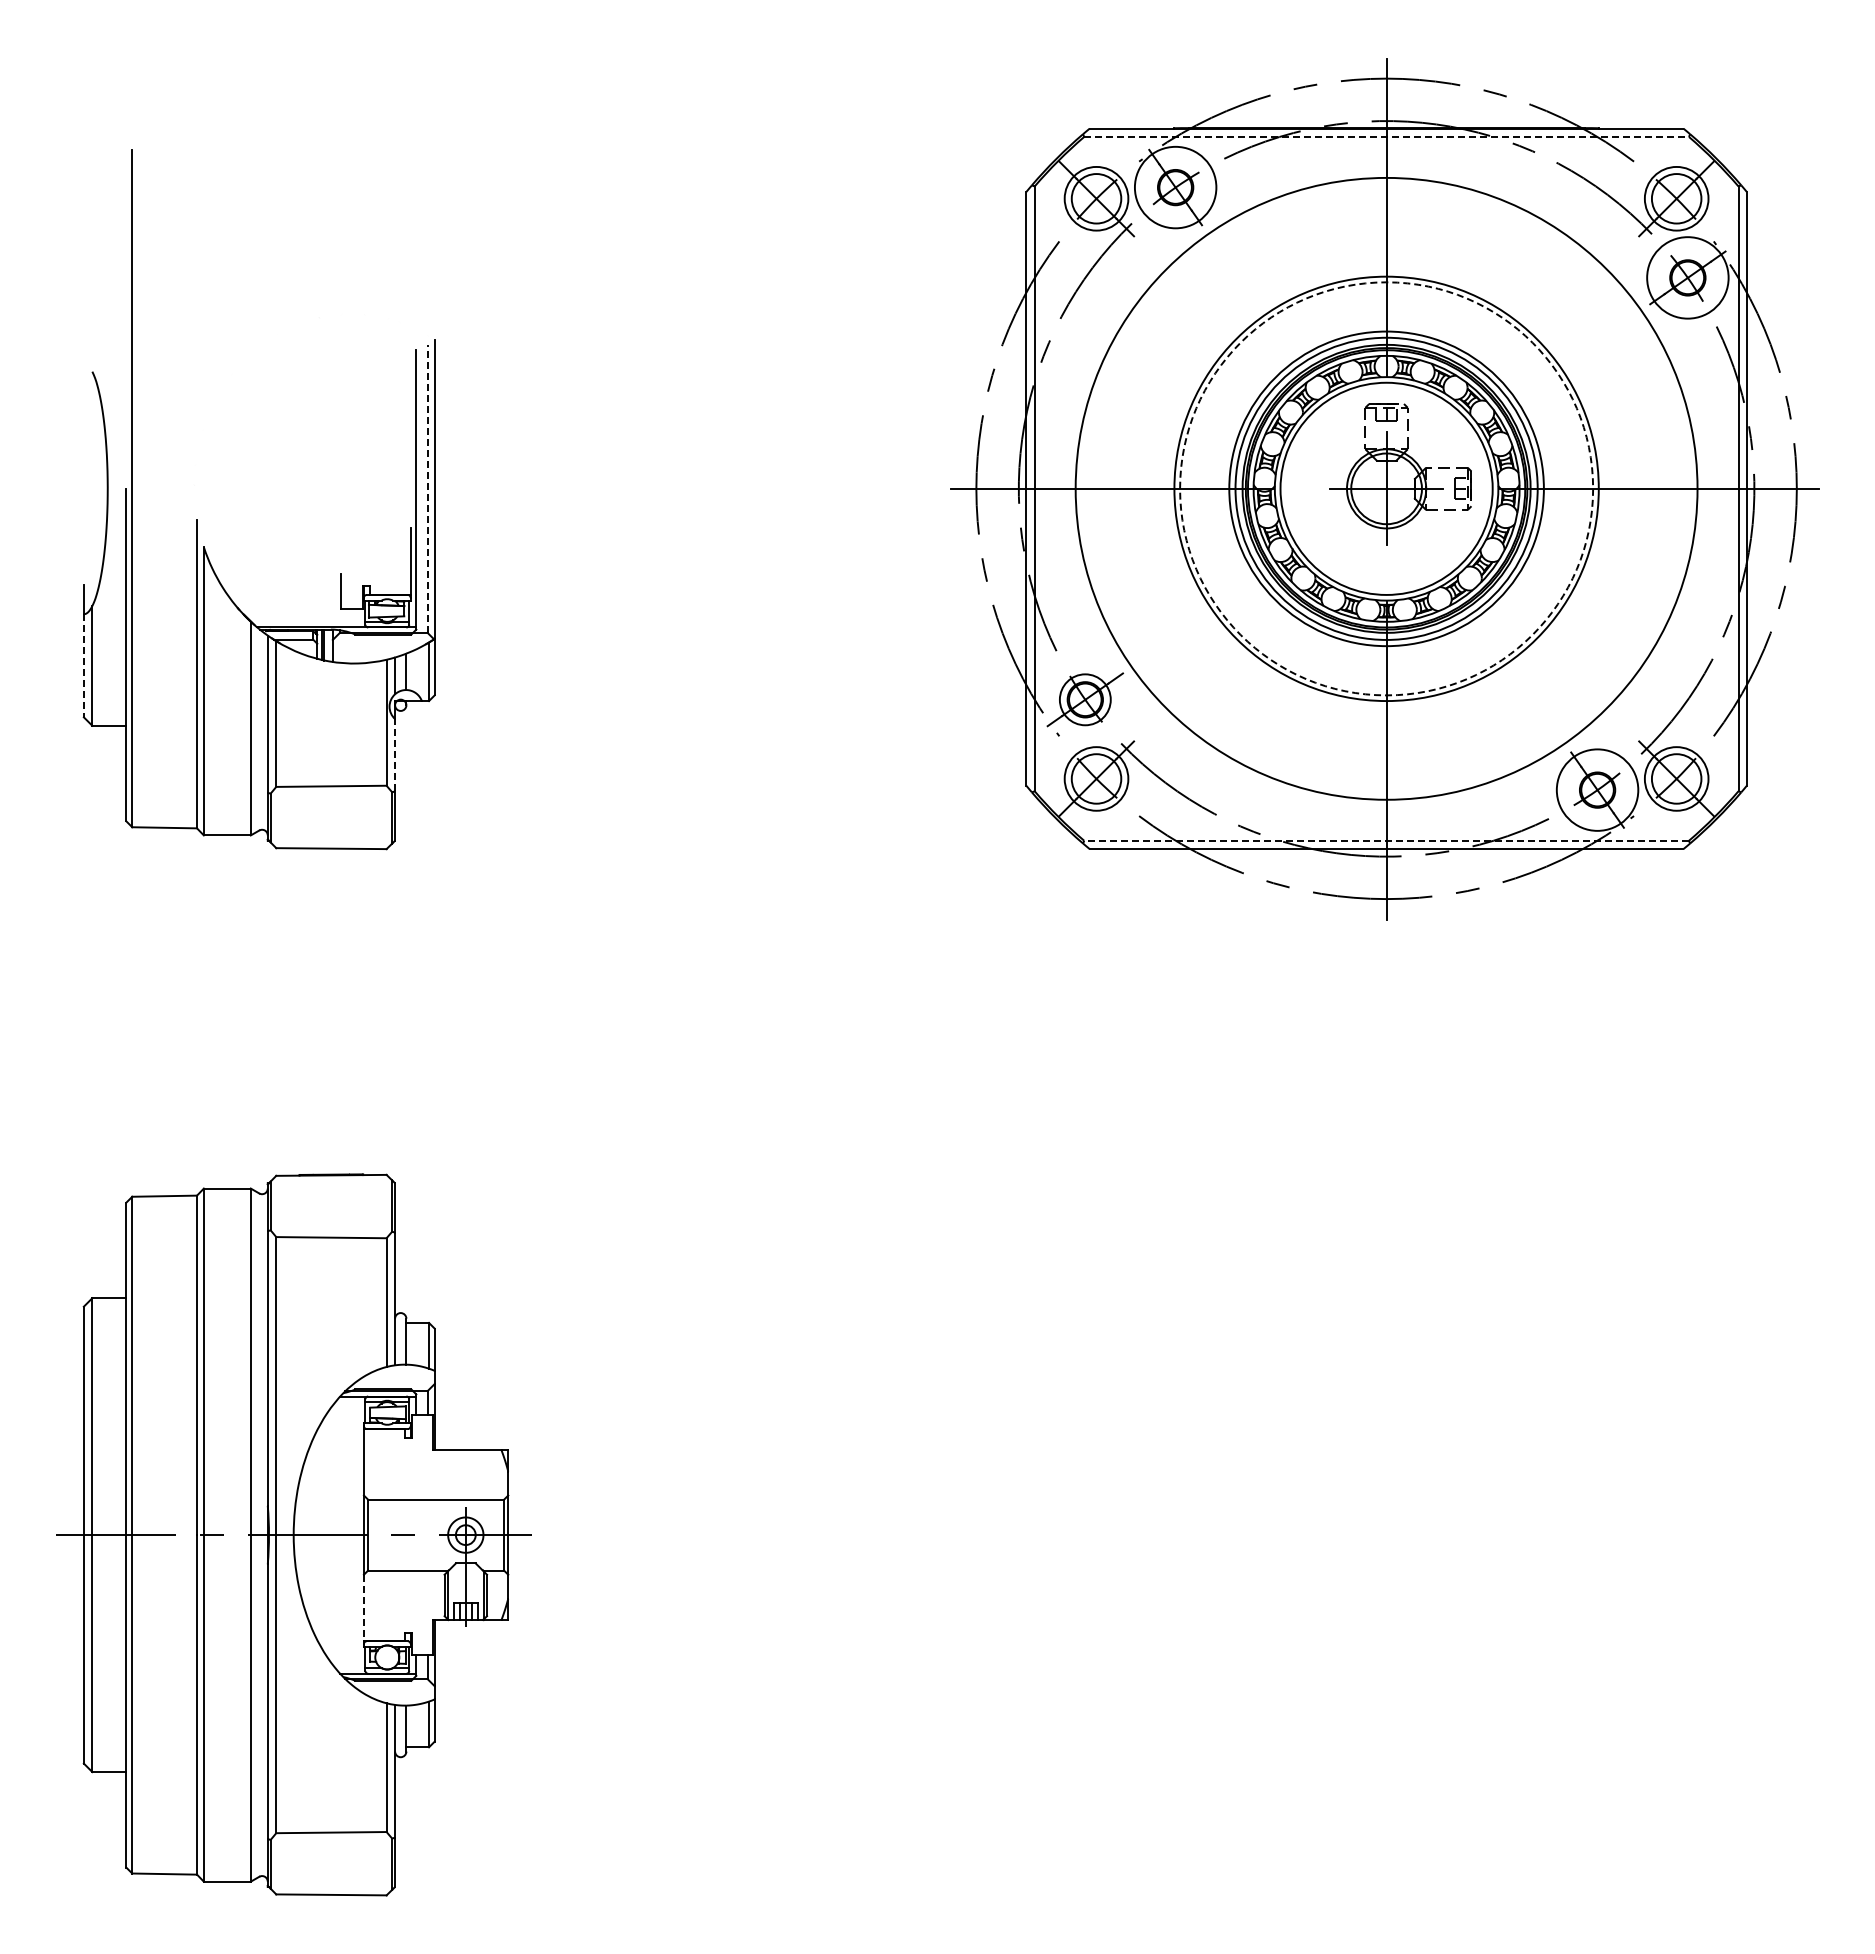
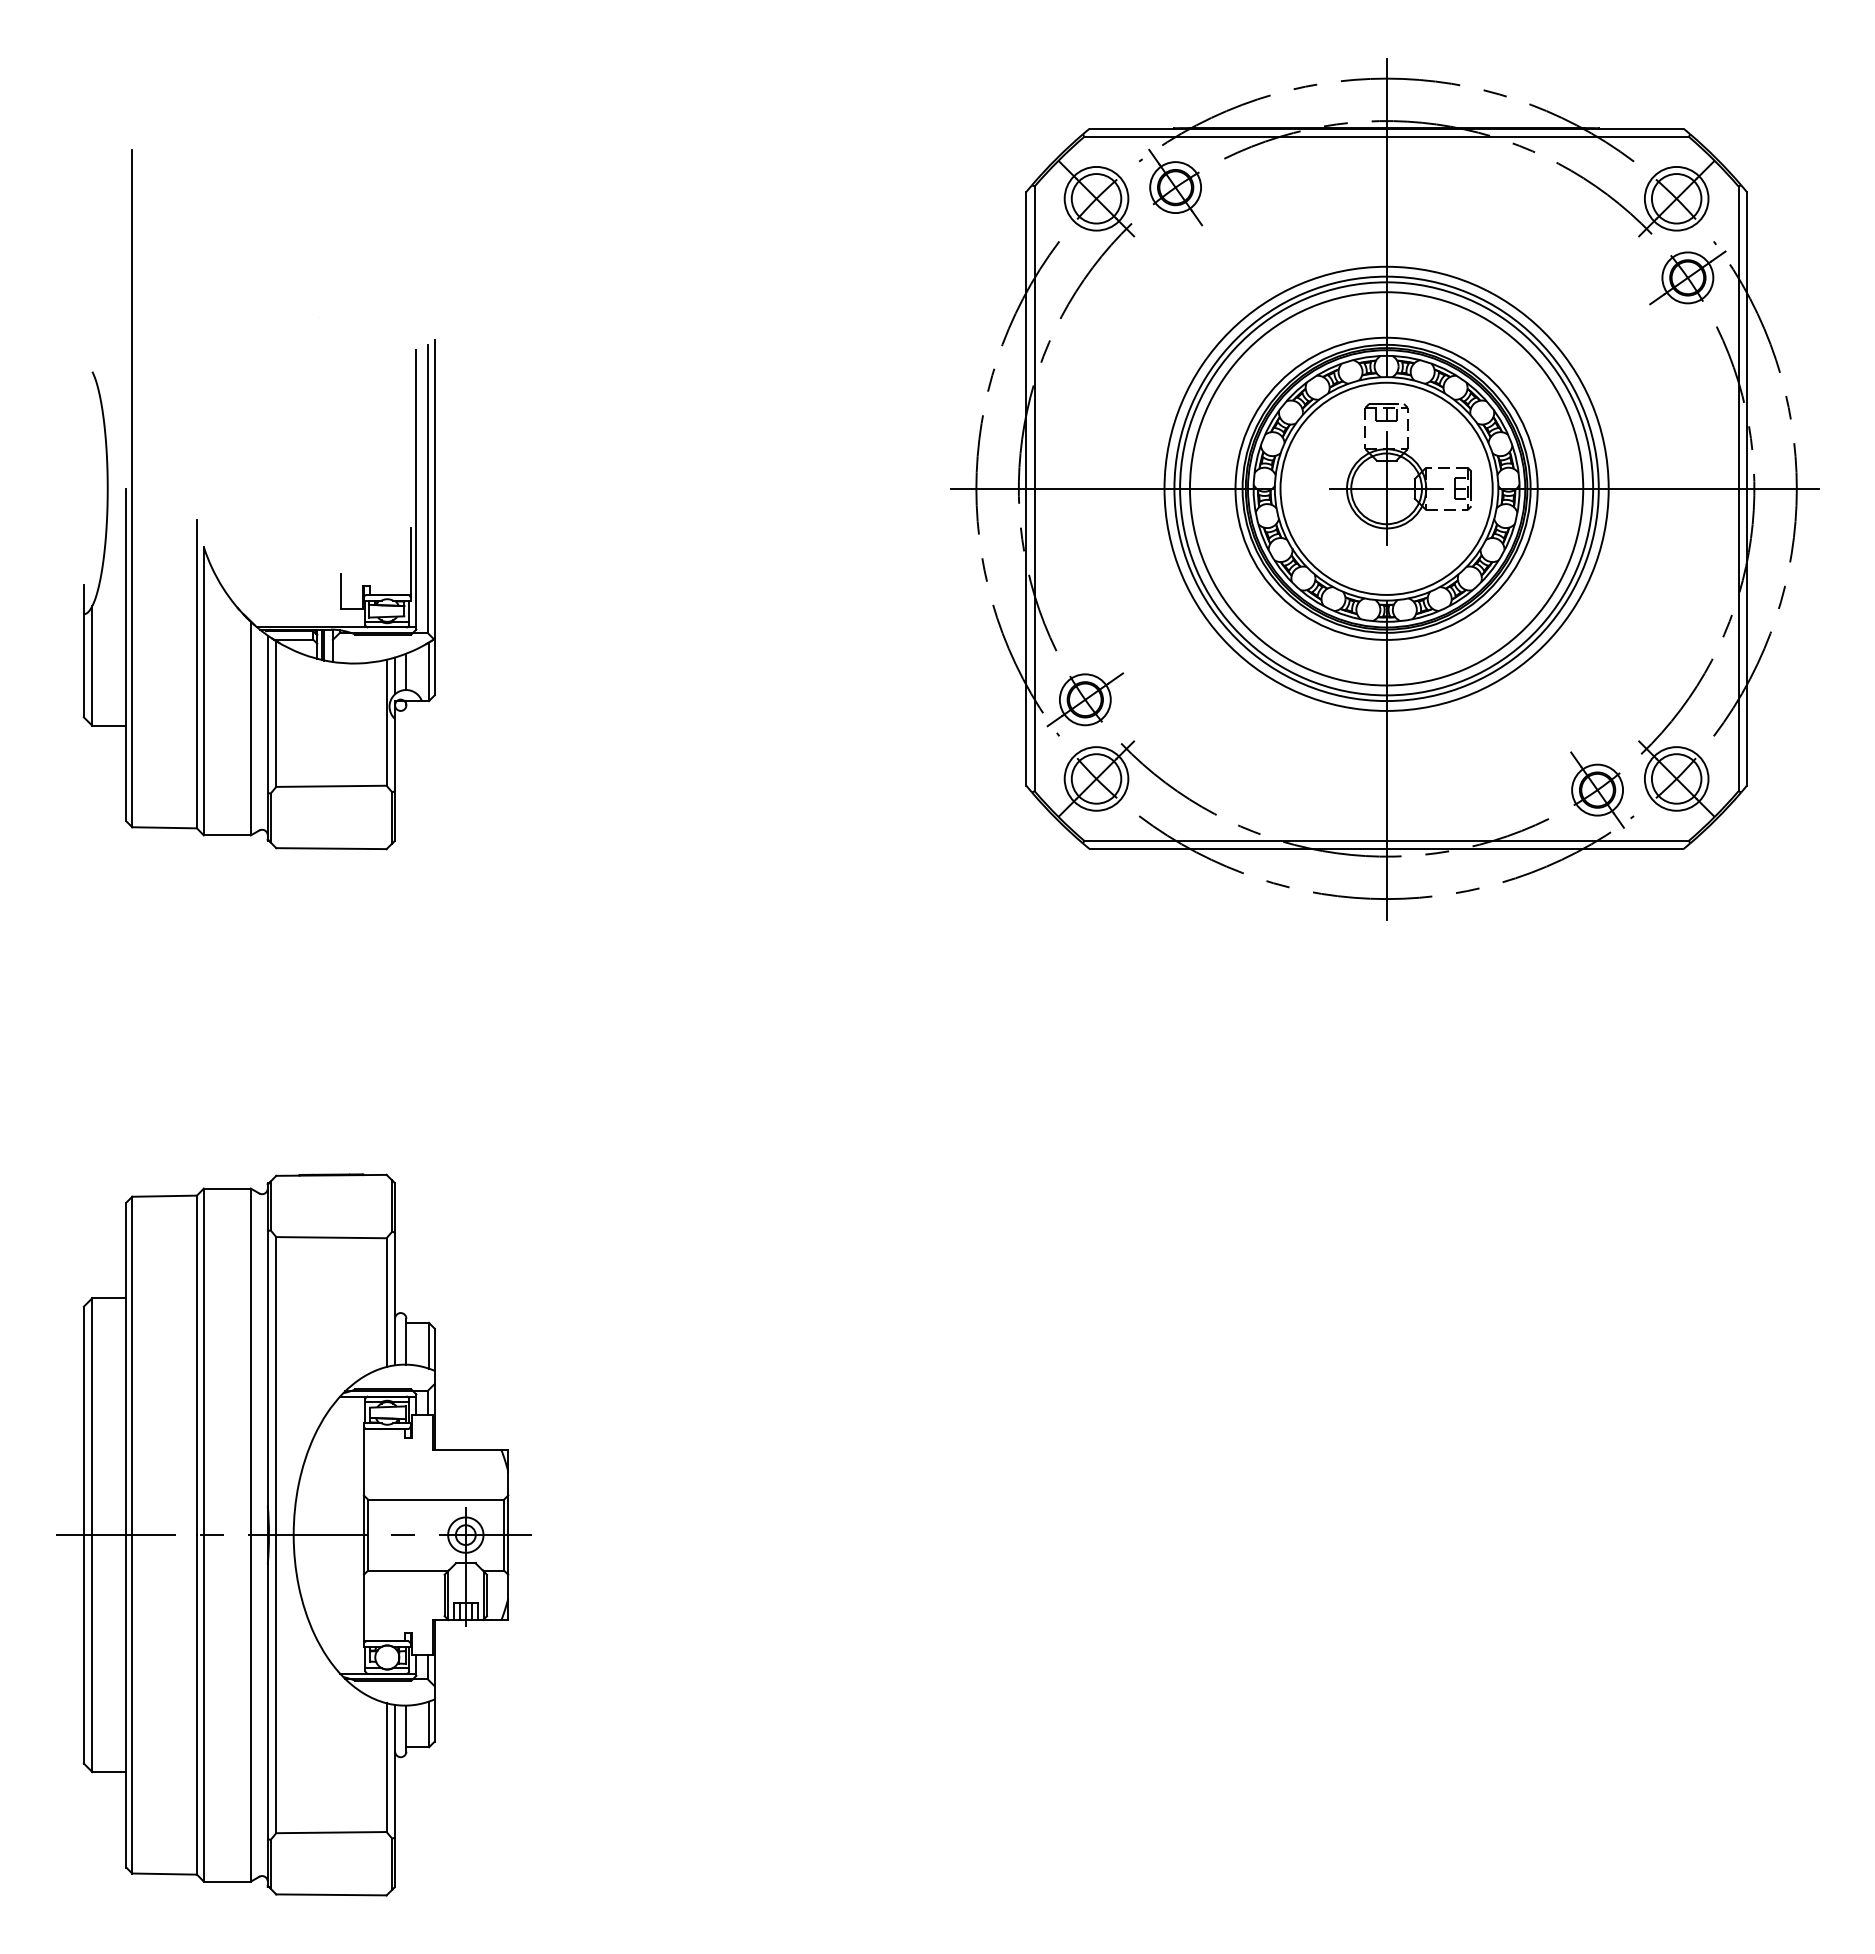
line at (1387, 136): dashed -> solid
circle at (1175, 187) diameter: 81 px -> 51 px
circle at (1687, 277) diameter: 81 px -> 51 px
line at (427, 488): dashed -> solid
circle at (1386, 488) diameter: 315 px -> 393 px
circle at (1386, 488) diameter: 622 px -> 444 px
circle at (1386, 488): dashed -> solid
line at (83, 665): dashed -> solid
line at (395, 754): dashed -> solid
circle at (1597, 789) diameter: 81 px -> 51 px
line at (1386, 840): dashed -> solid
line at (363, 1608): dashed -> solid
